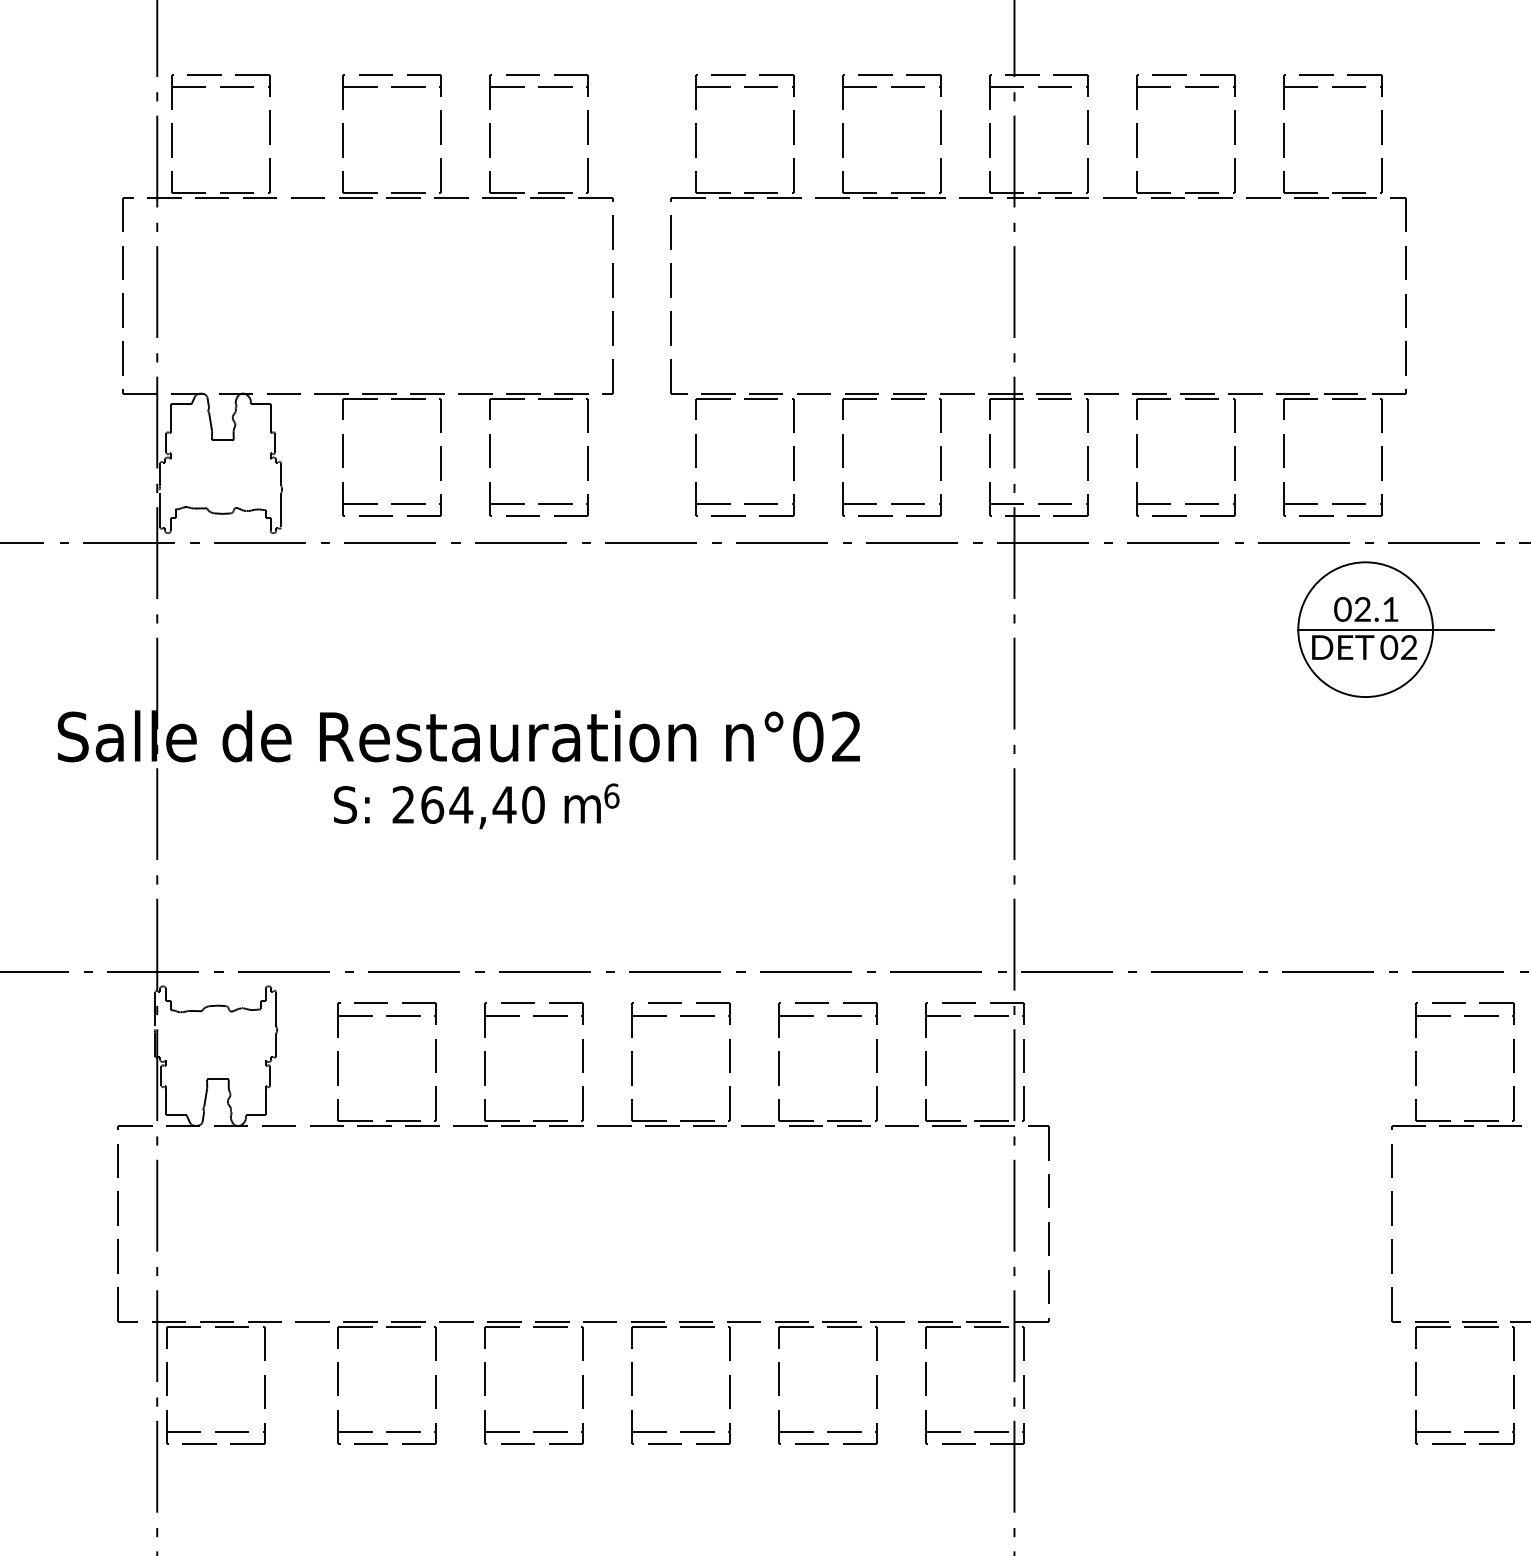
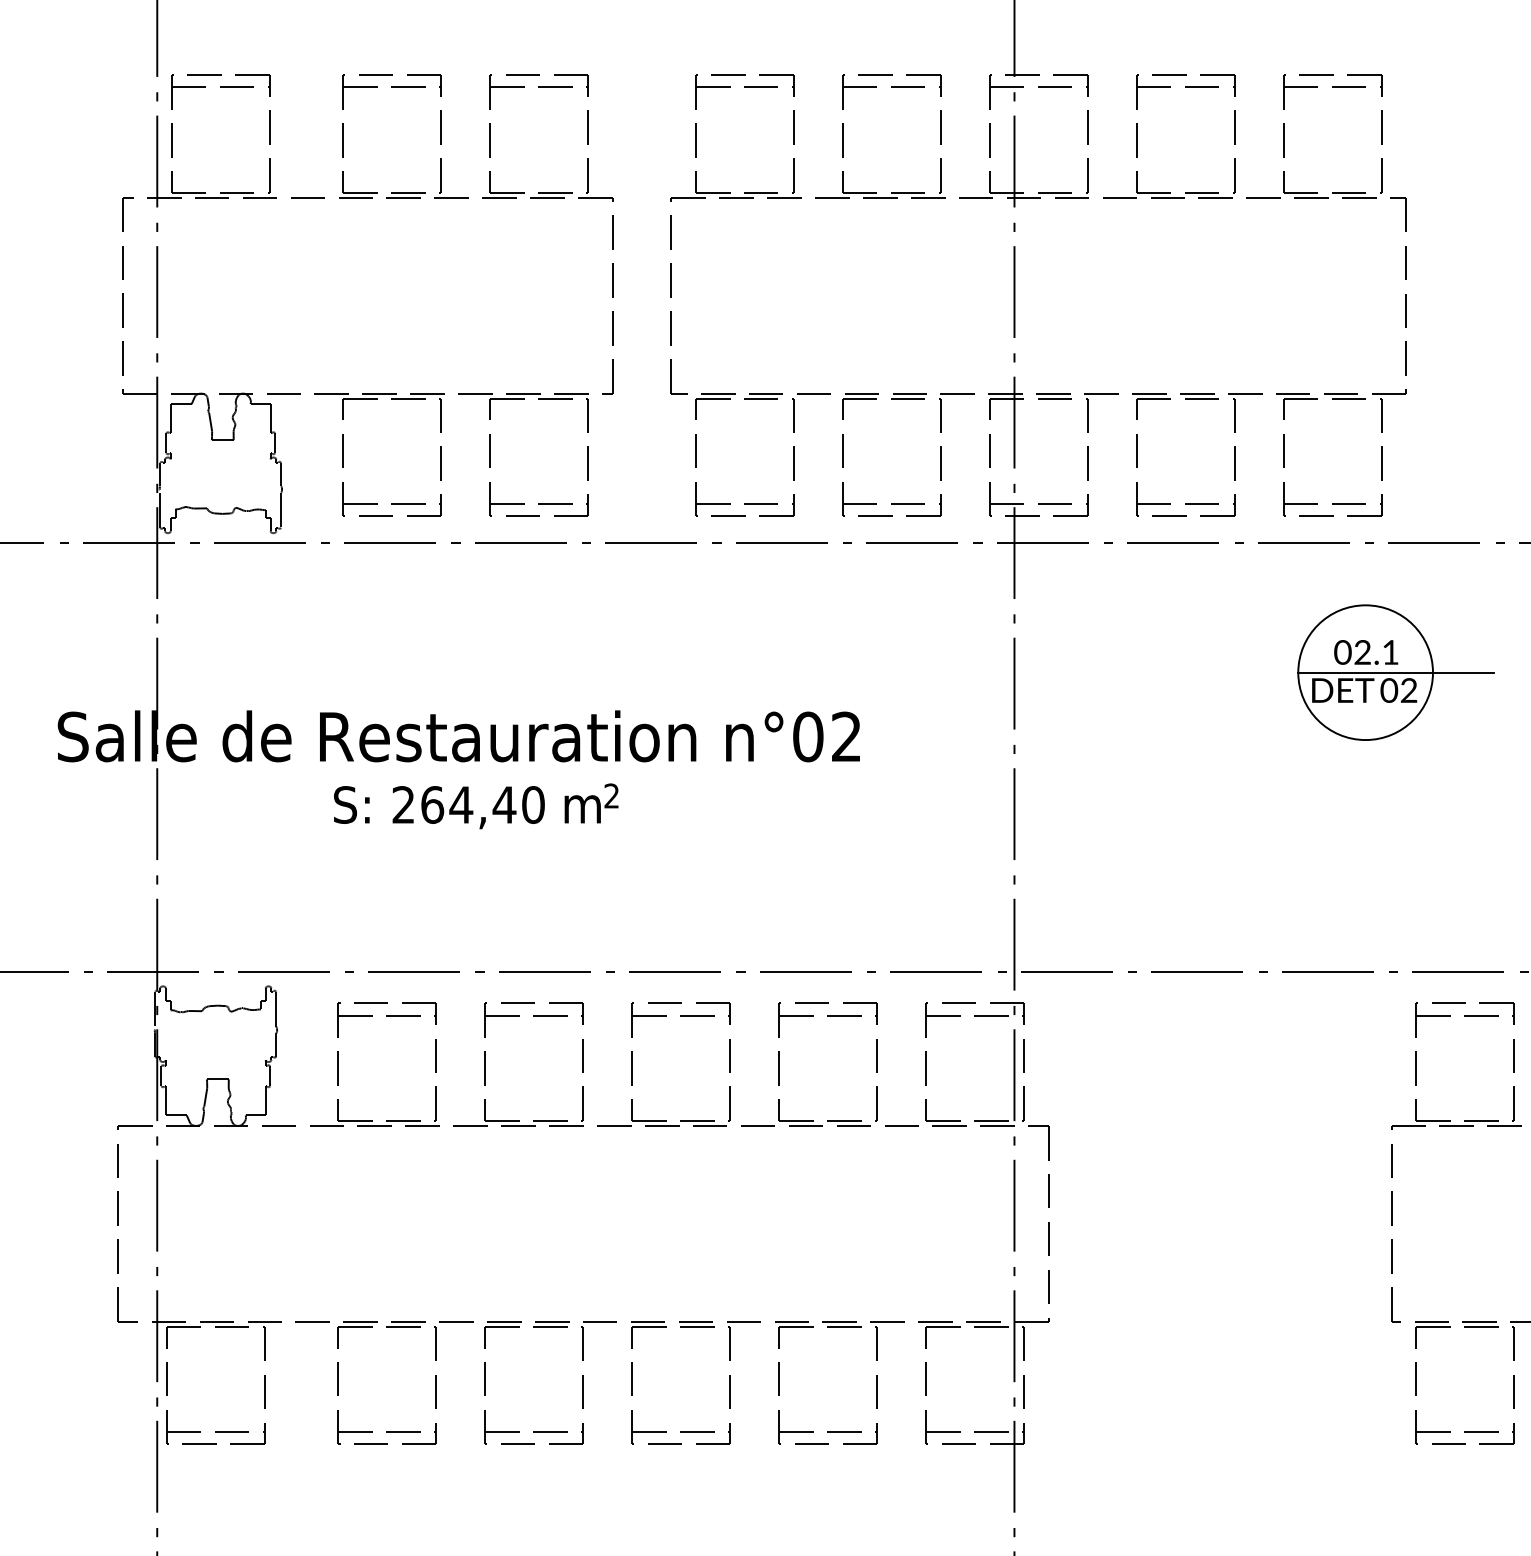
part at (1395, 629) position: (1395, 629) -> (1395, 672)
text at (611, 795): 6 -> 2
